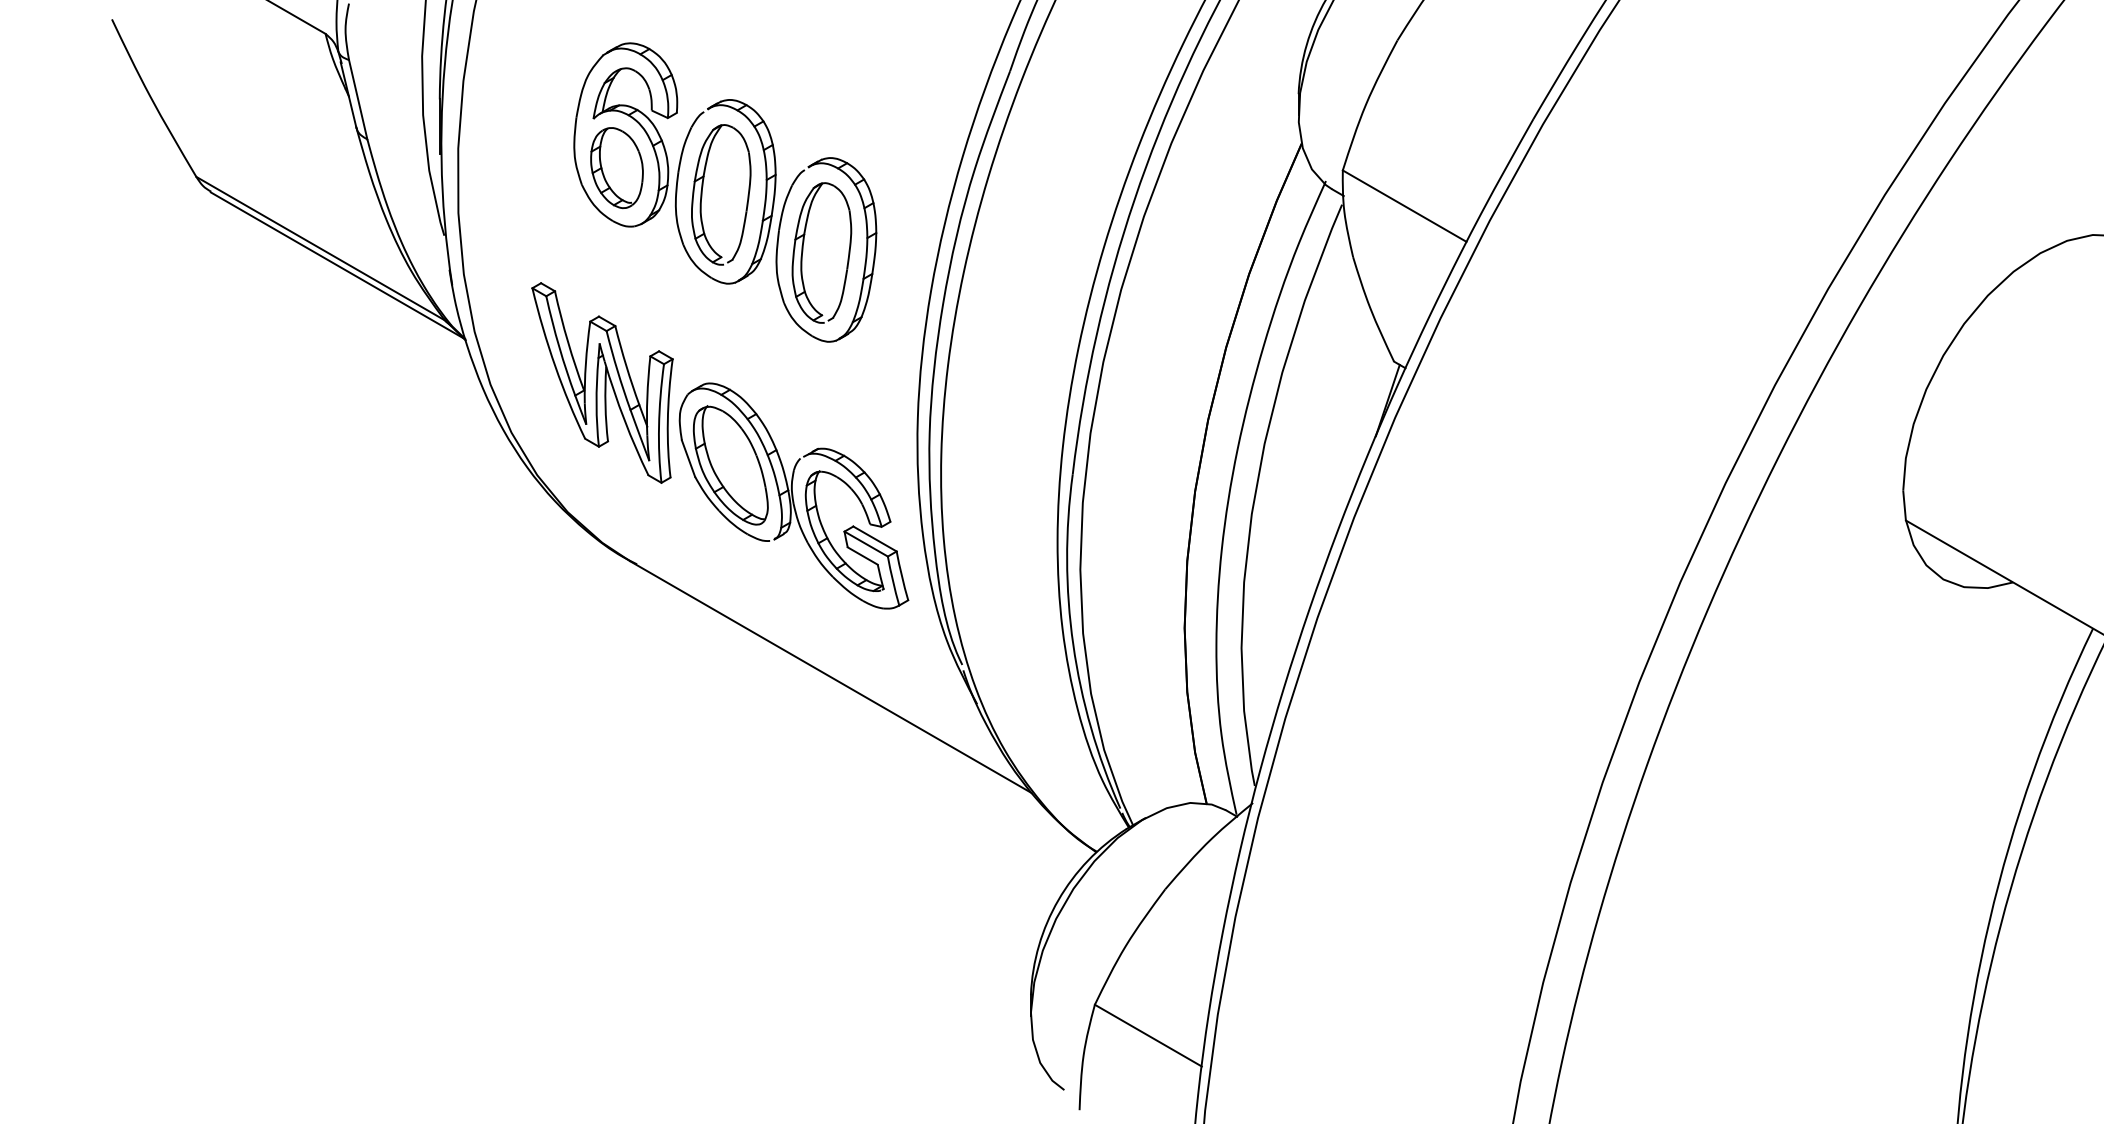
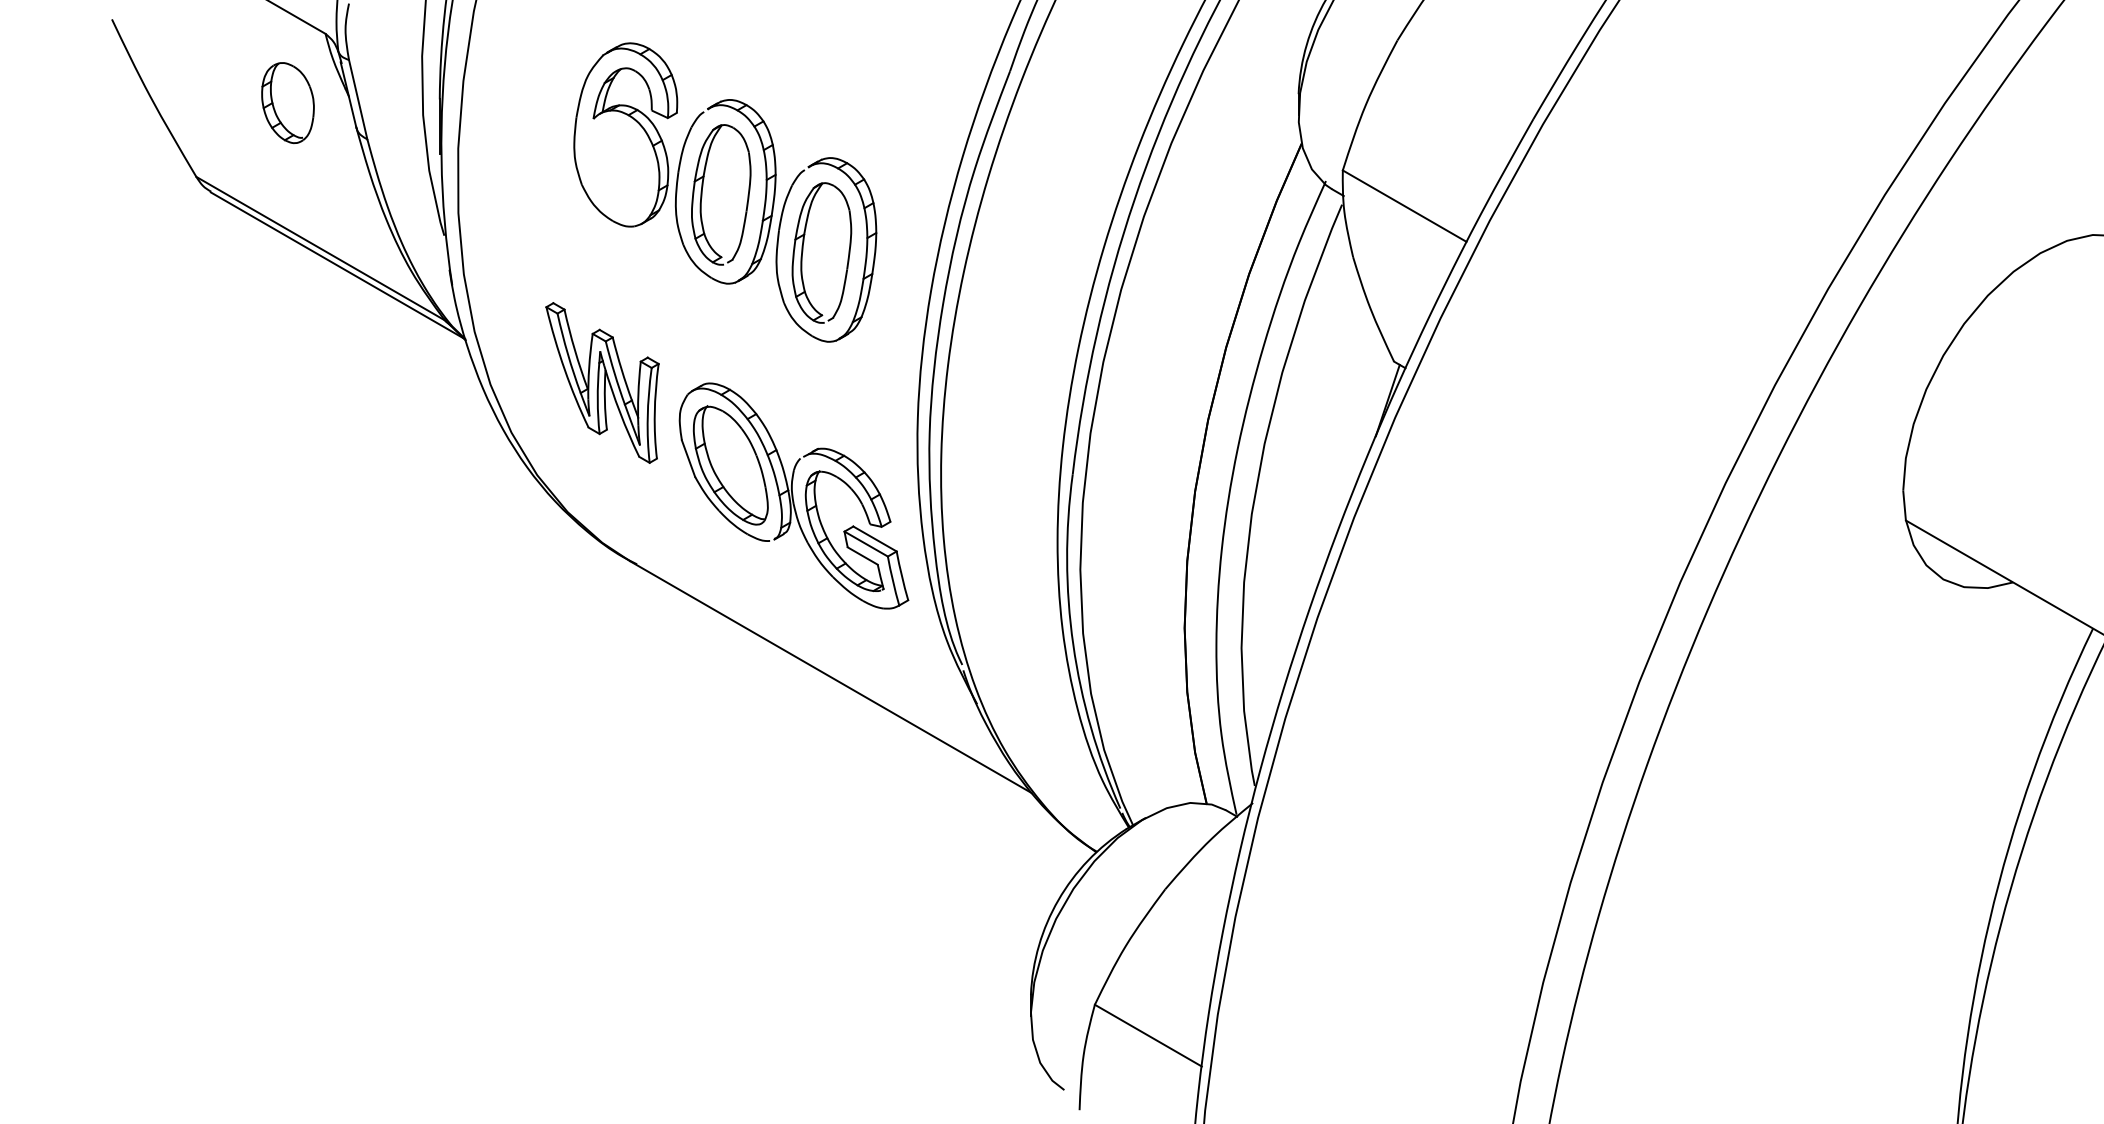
part at (616, 168) position: (616, 168) -> (287, 103)
part at (602, 382) size: 143x202 px -> 115x162 px
